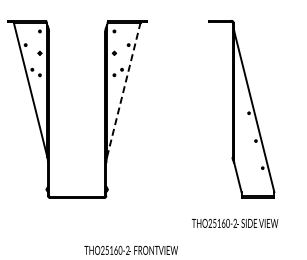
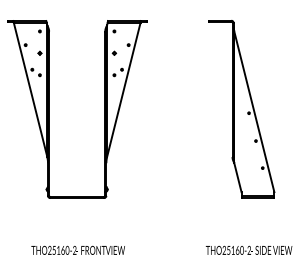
line at (123, 89): dashed -> solid
text at (234, 222) position: (234, 222) -> (248, 249)
text at (130, 249) position: (130, 249) -> (77, 249)
